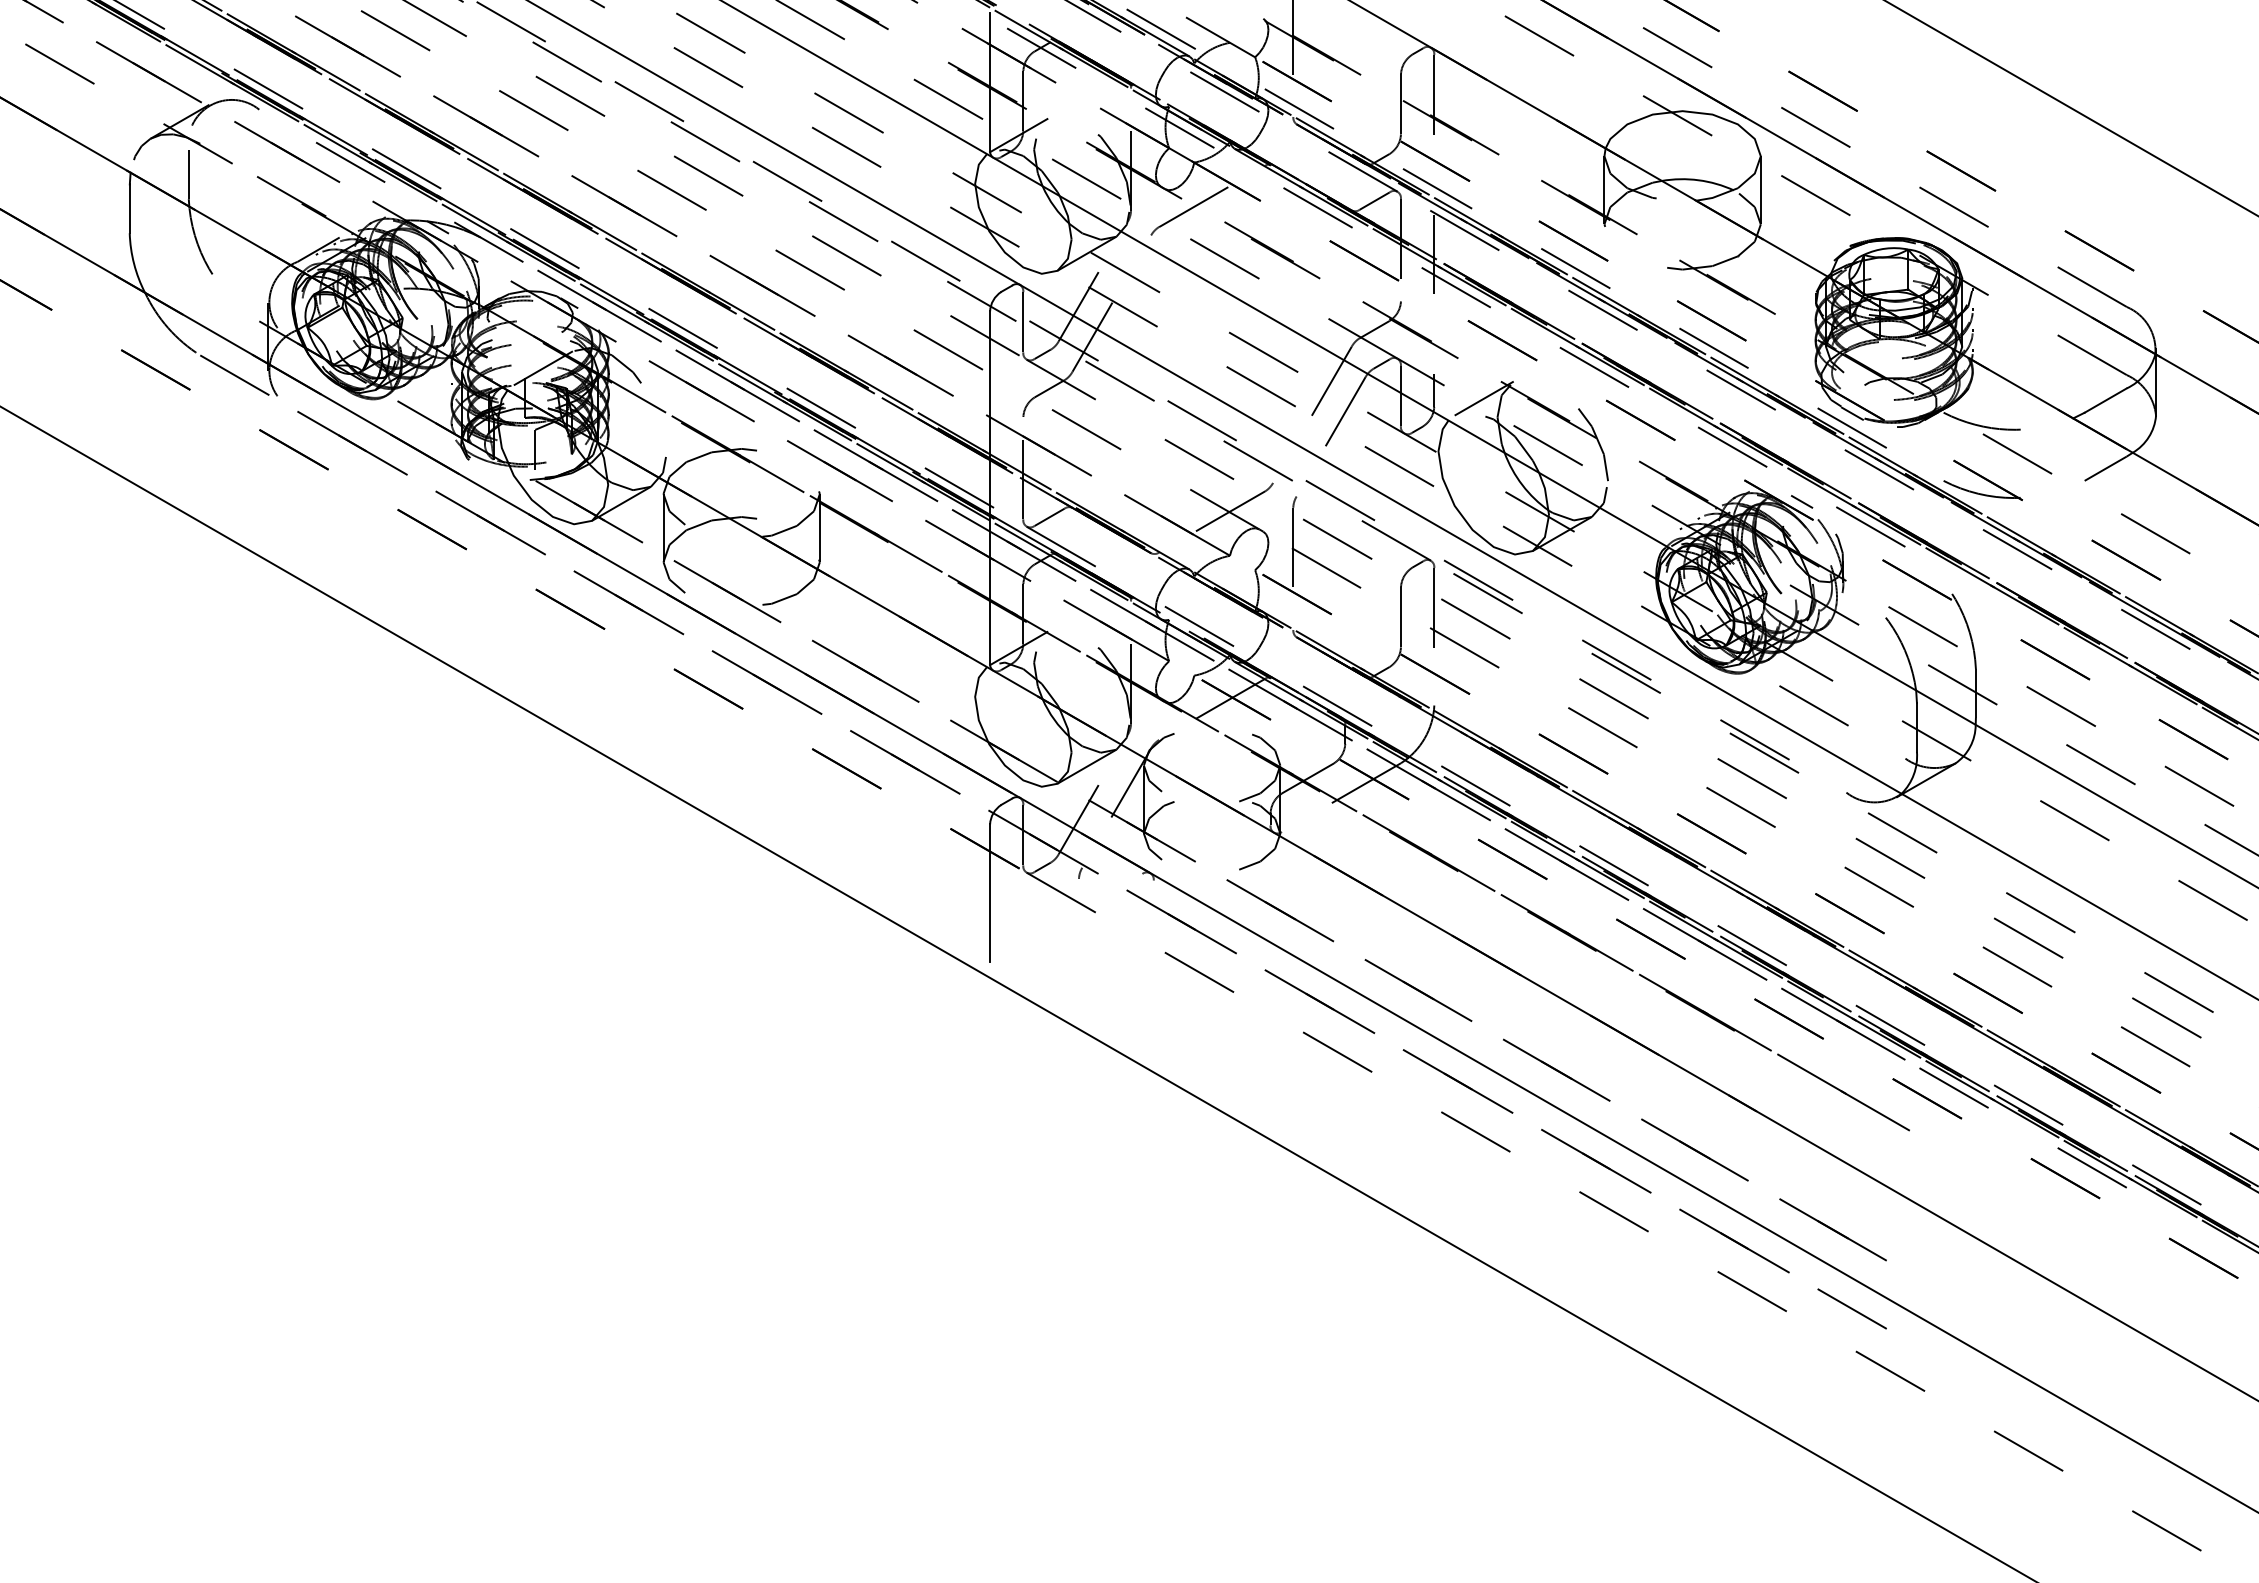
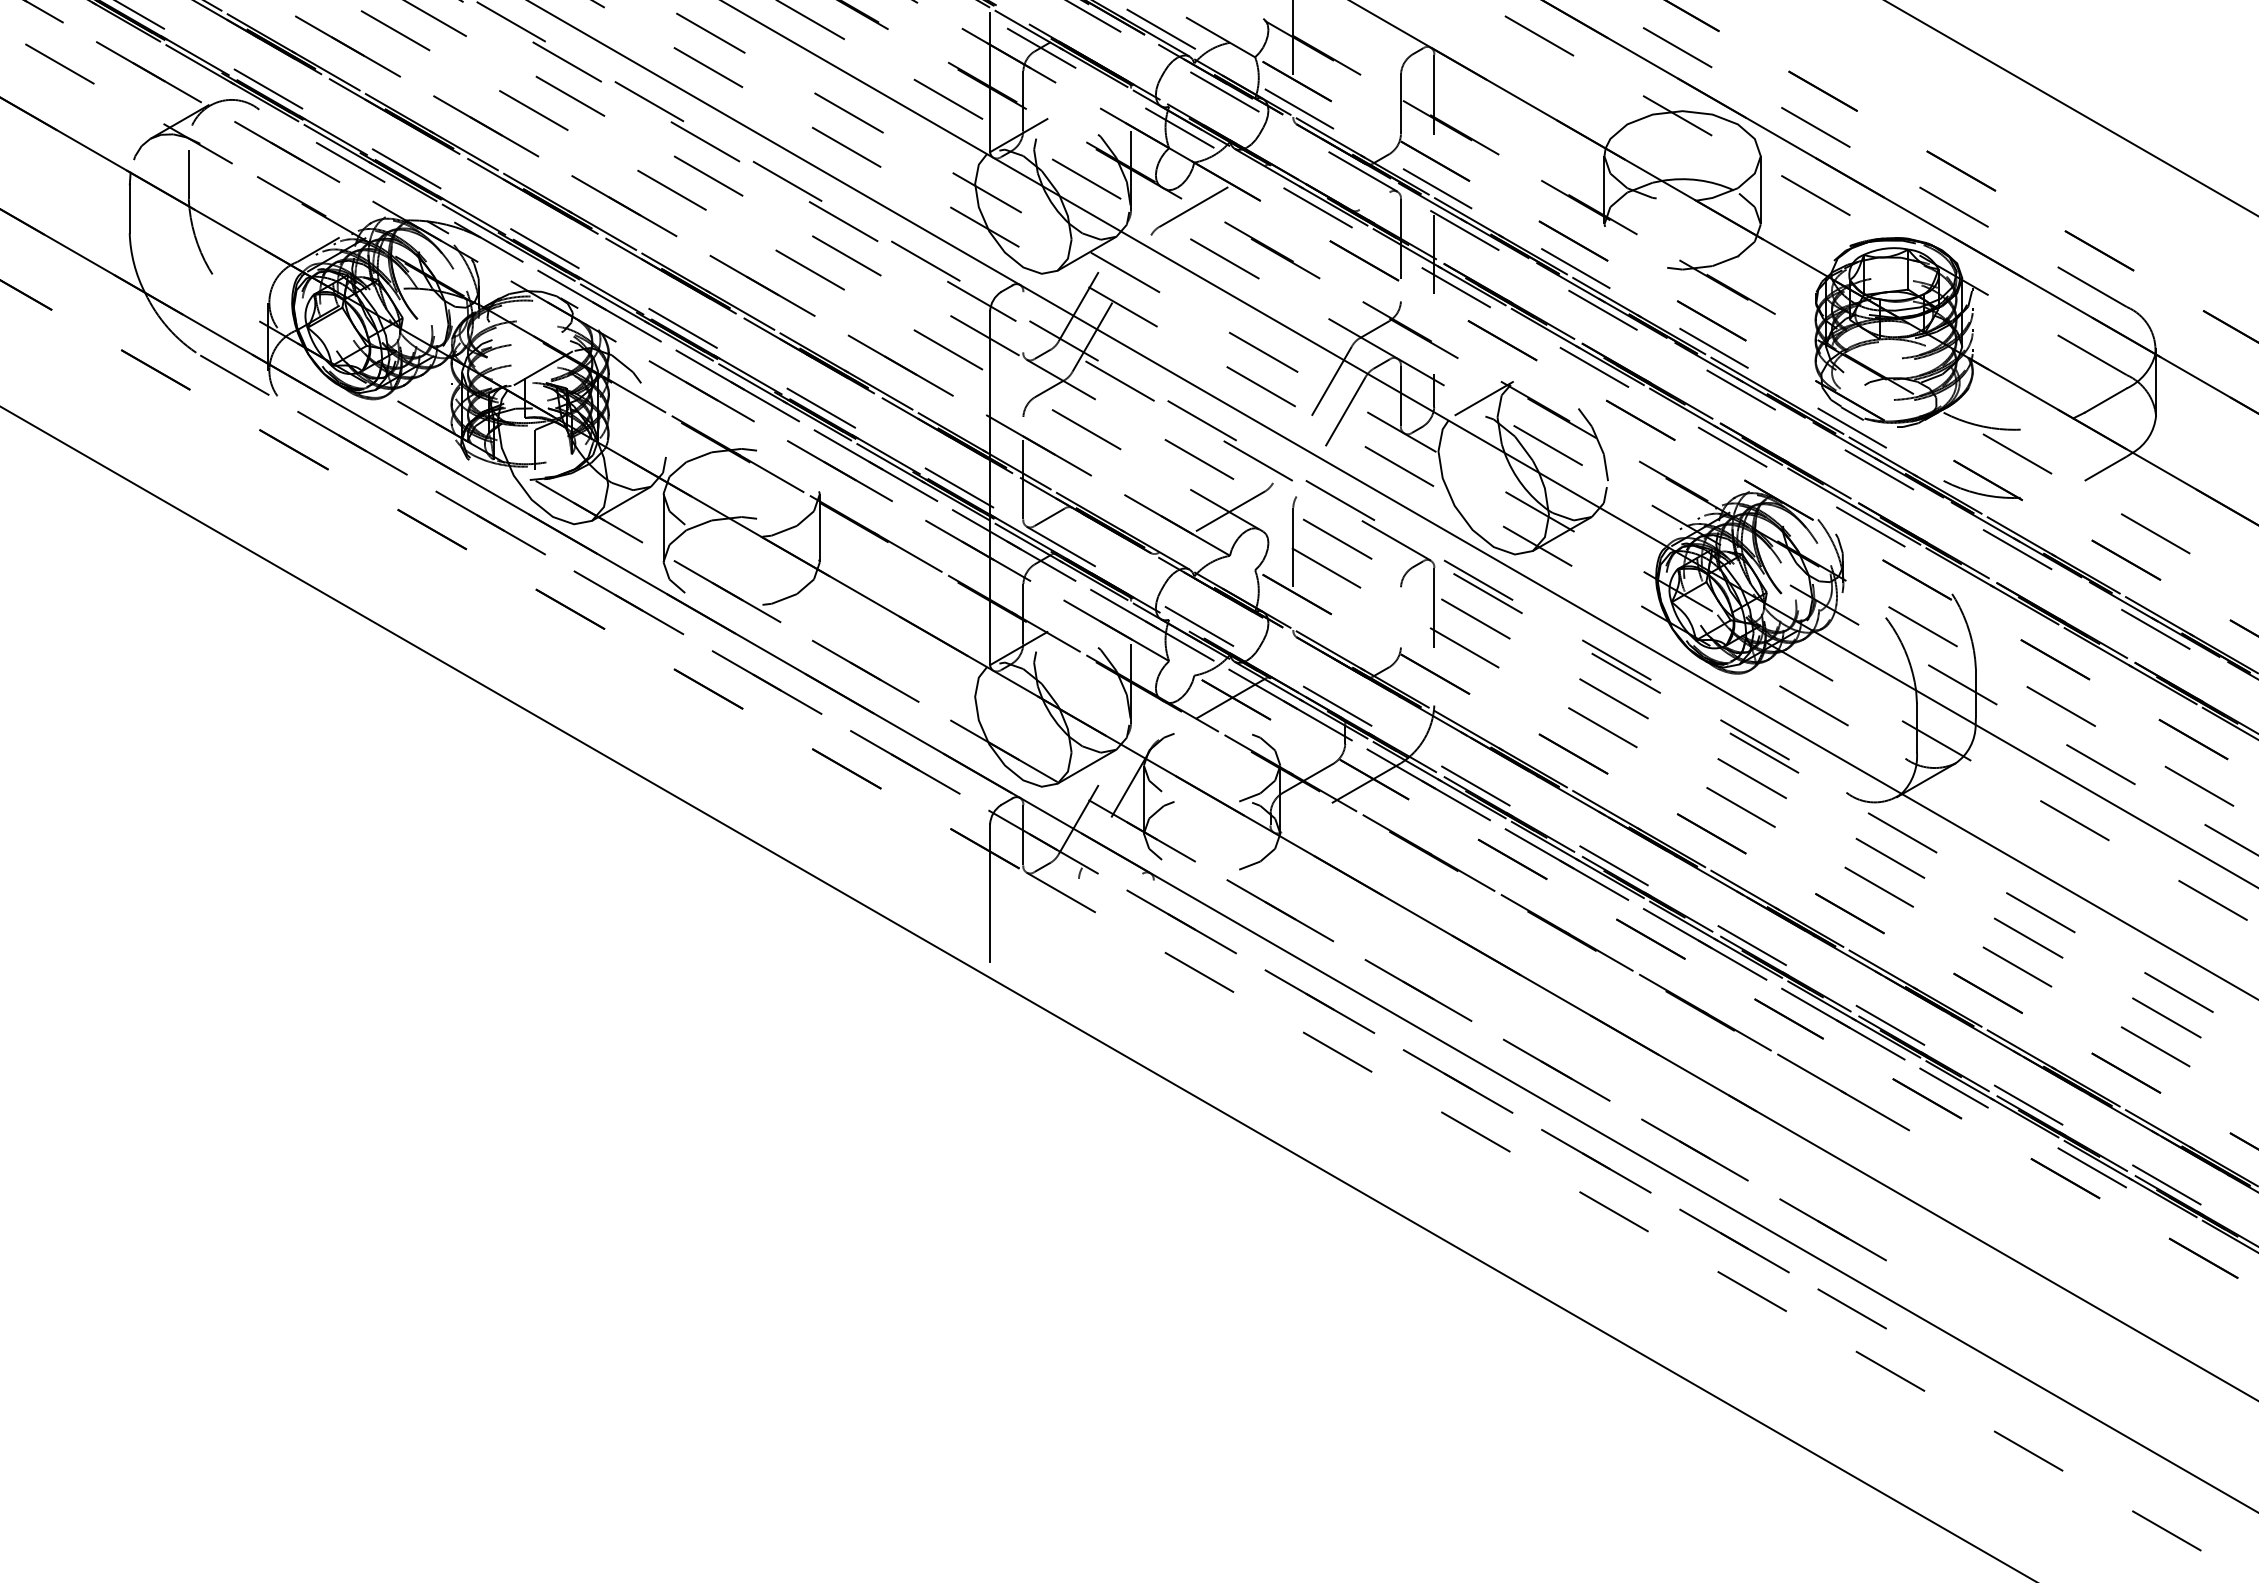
line at (1374, 200): present -> none
line at (1023, 322): present -> none
line at (1802, 501): present -> none
line at (1400, 617): present -> none
